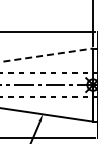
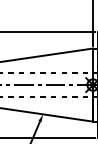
line at (46, 55): dashed -> solid
